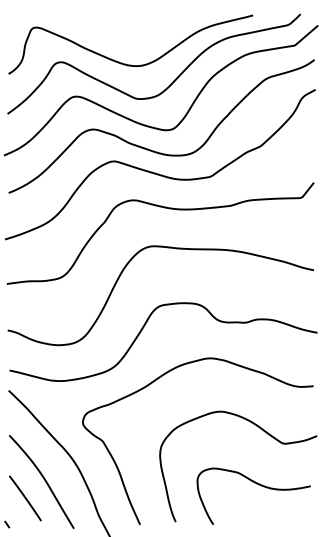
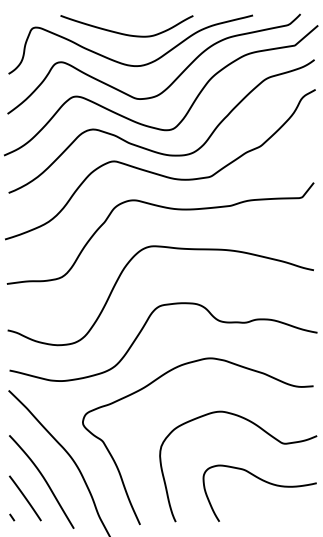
curve at (125, 33): none -> present
curve at (258, 485) position: (258, 485) -> (264, 482)
line at (7, 524) position: (7, 524) -> (12, 517)
